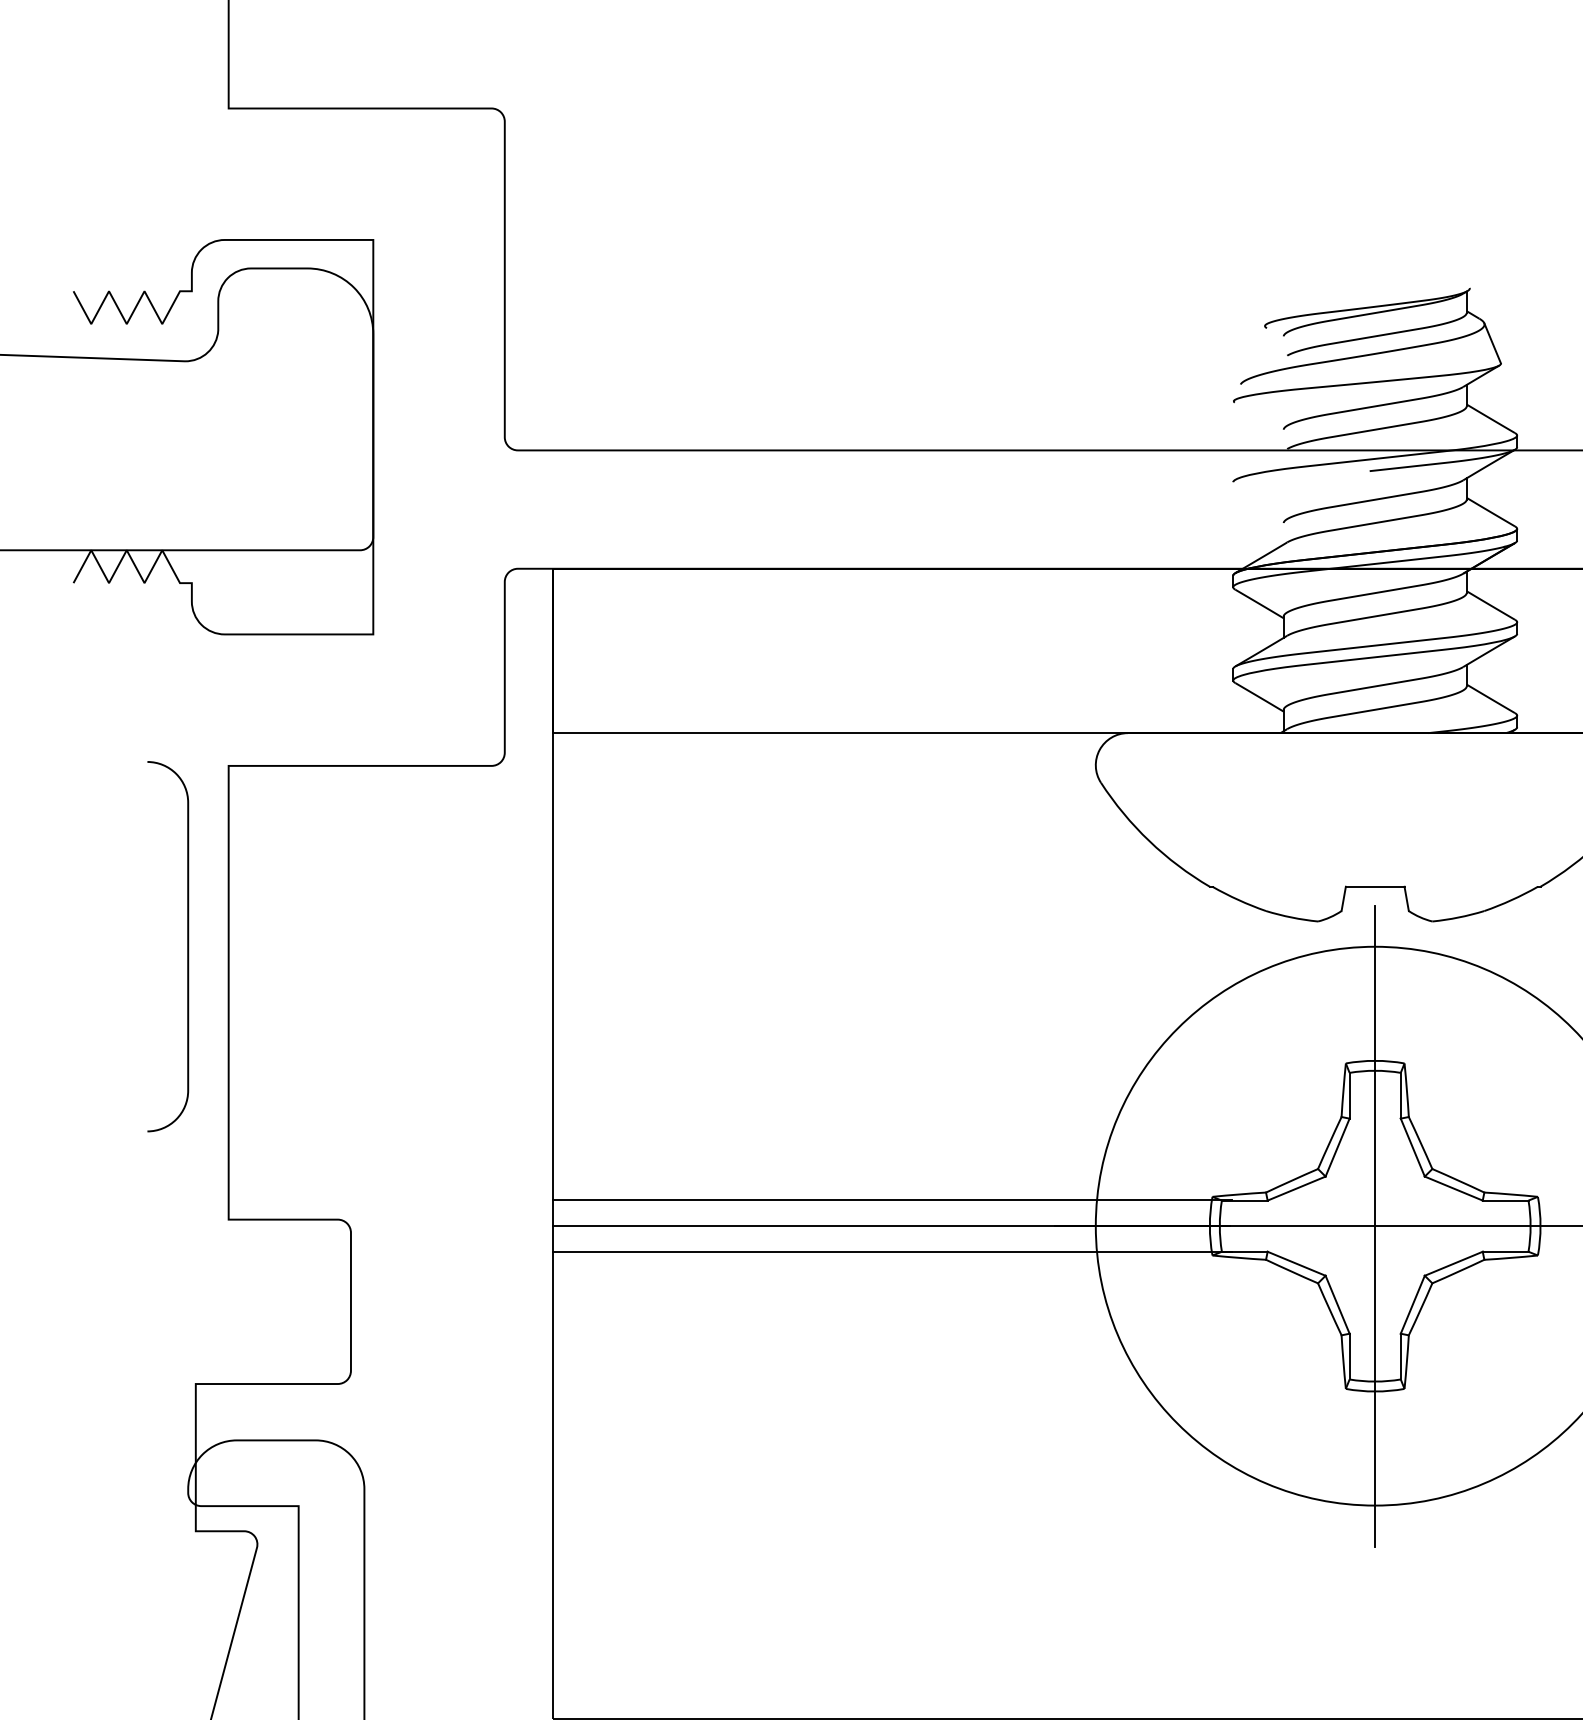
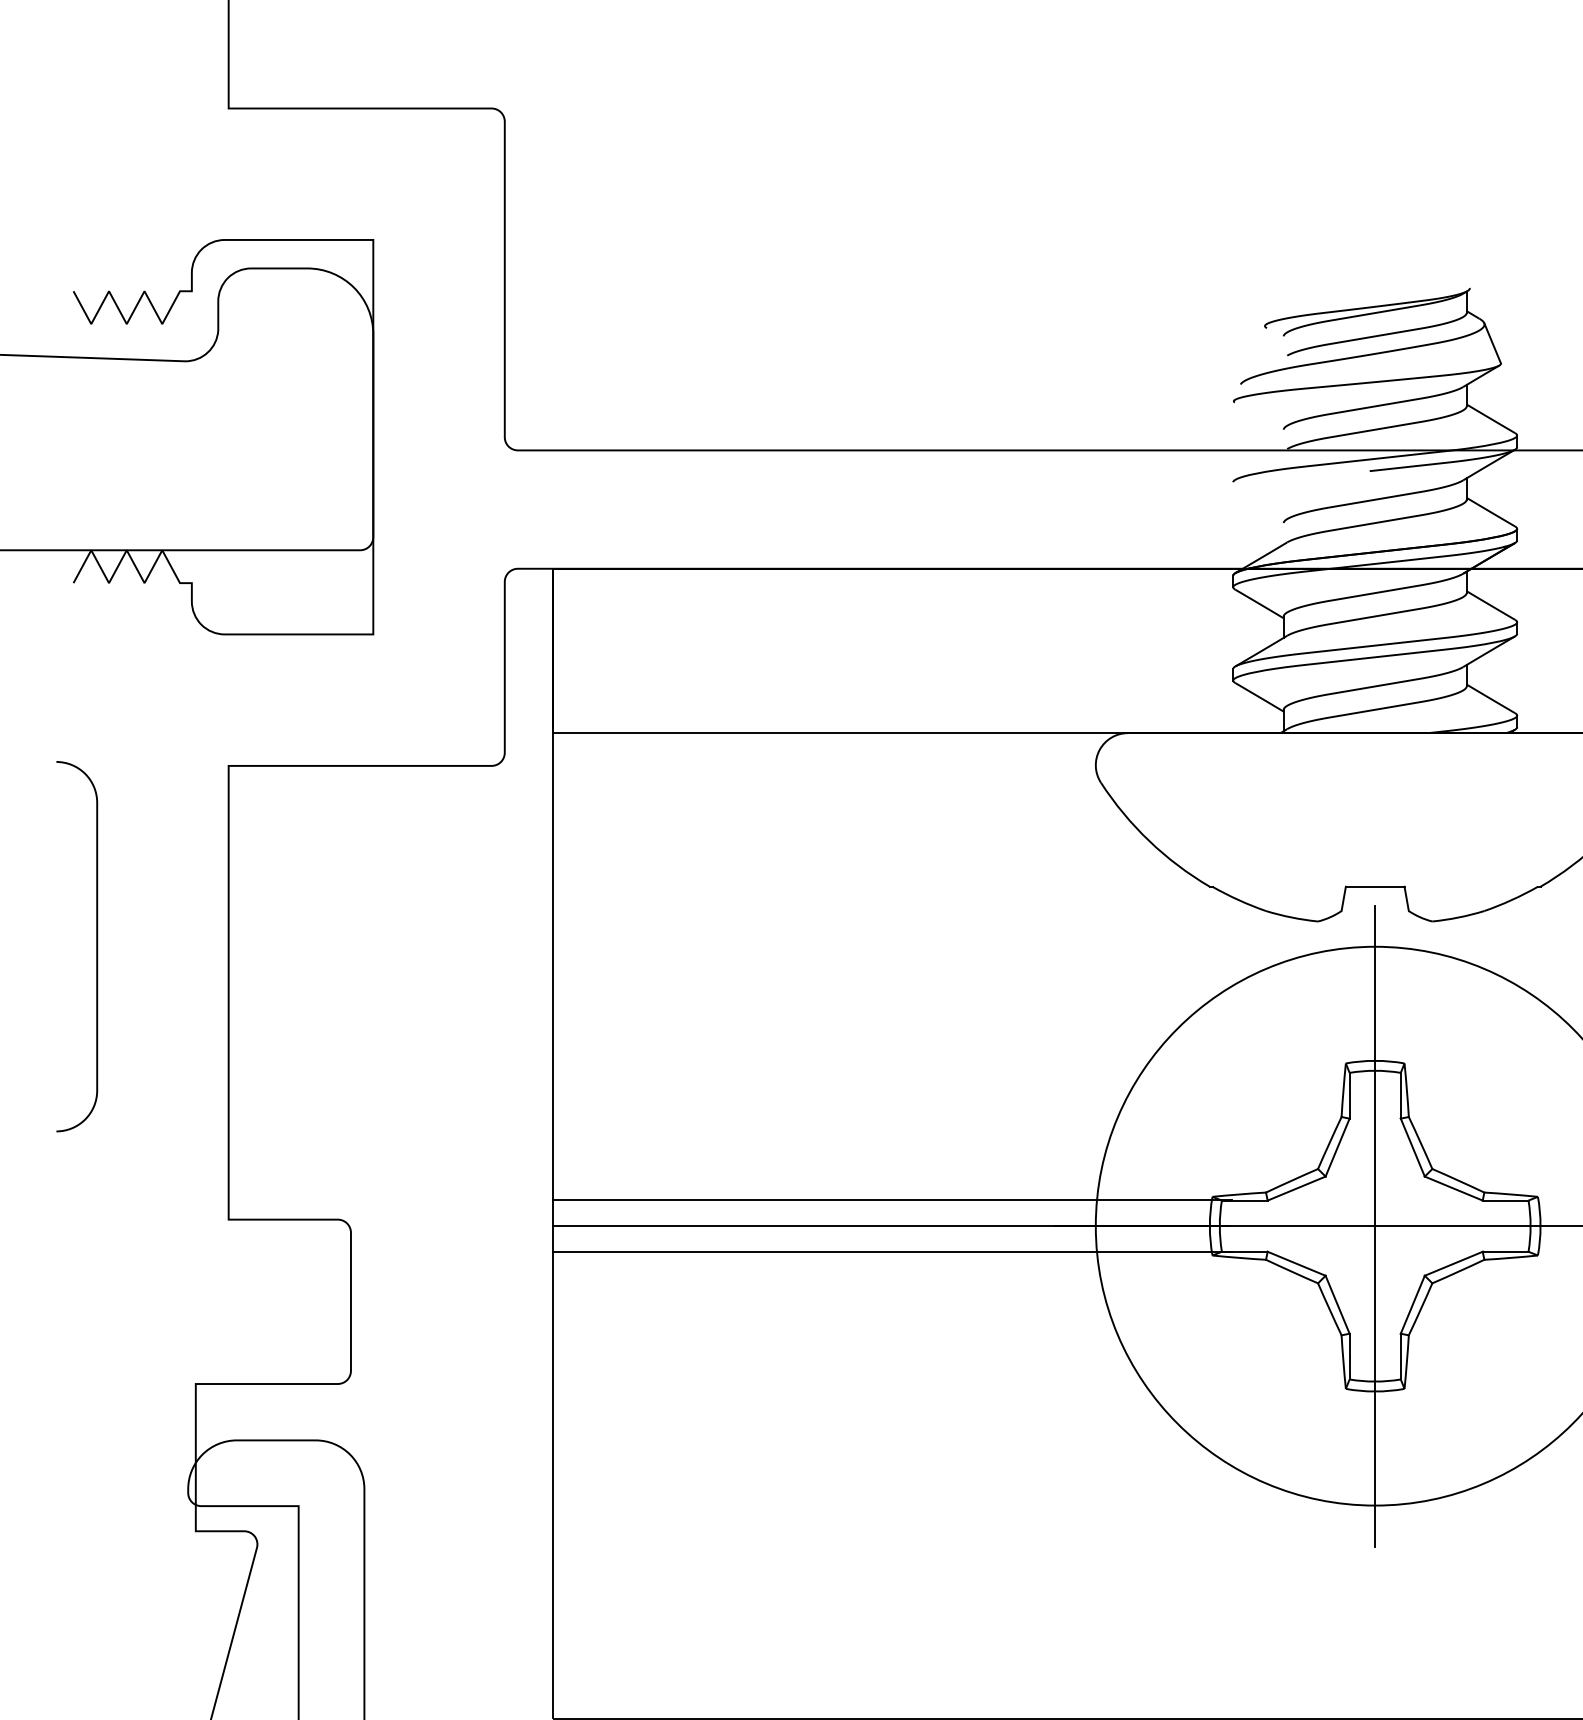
curve at (187, 946) position: (187, 946) -> (96, 946)
